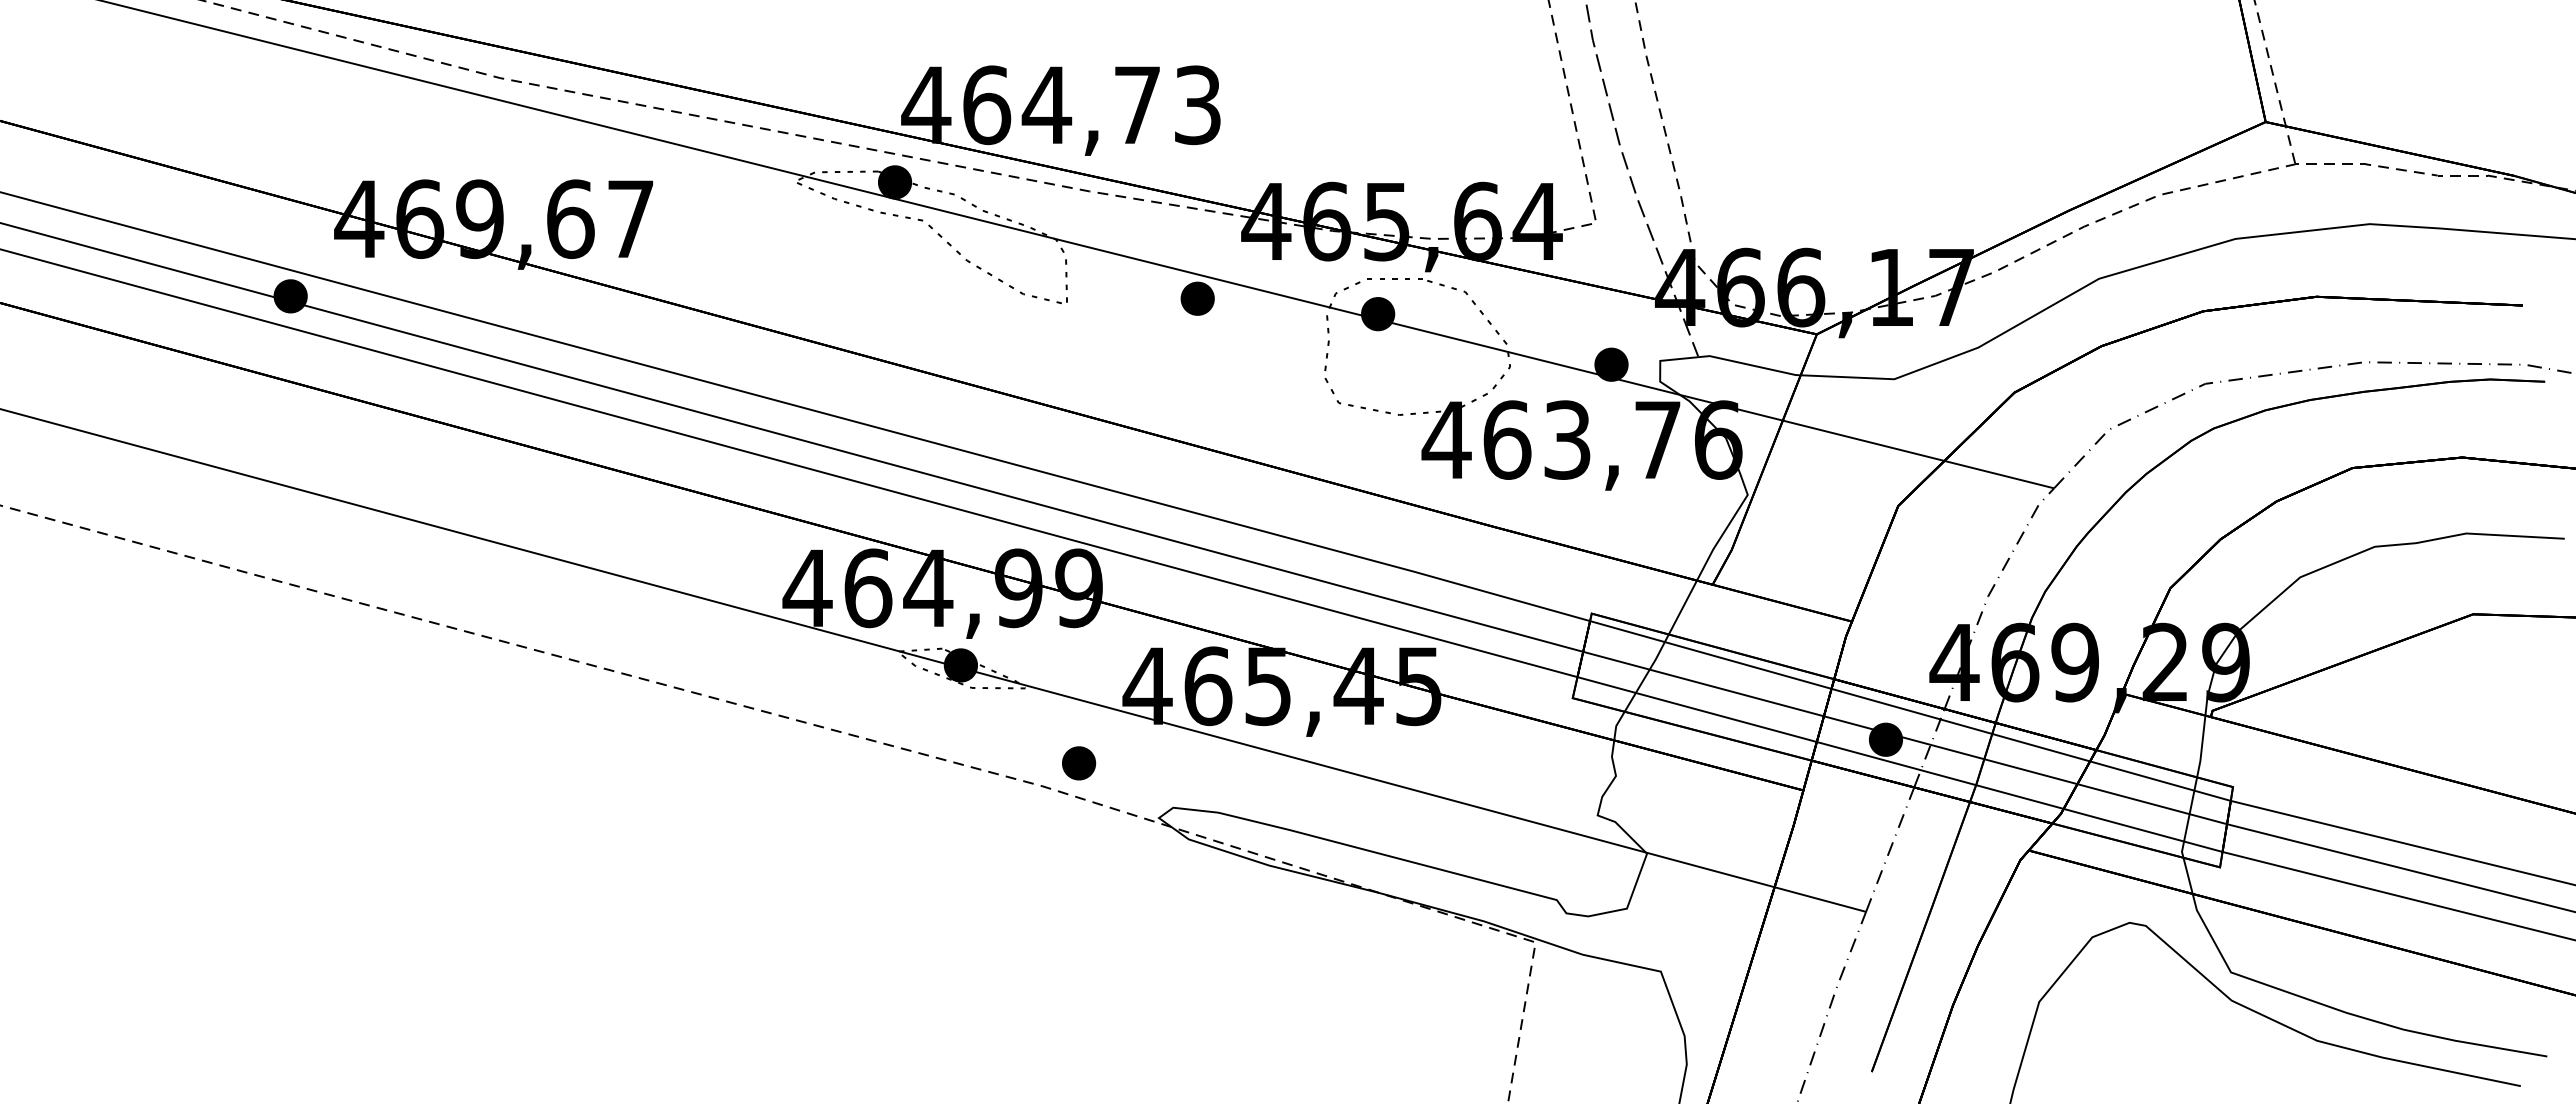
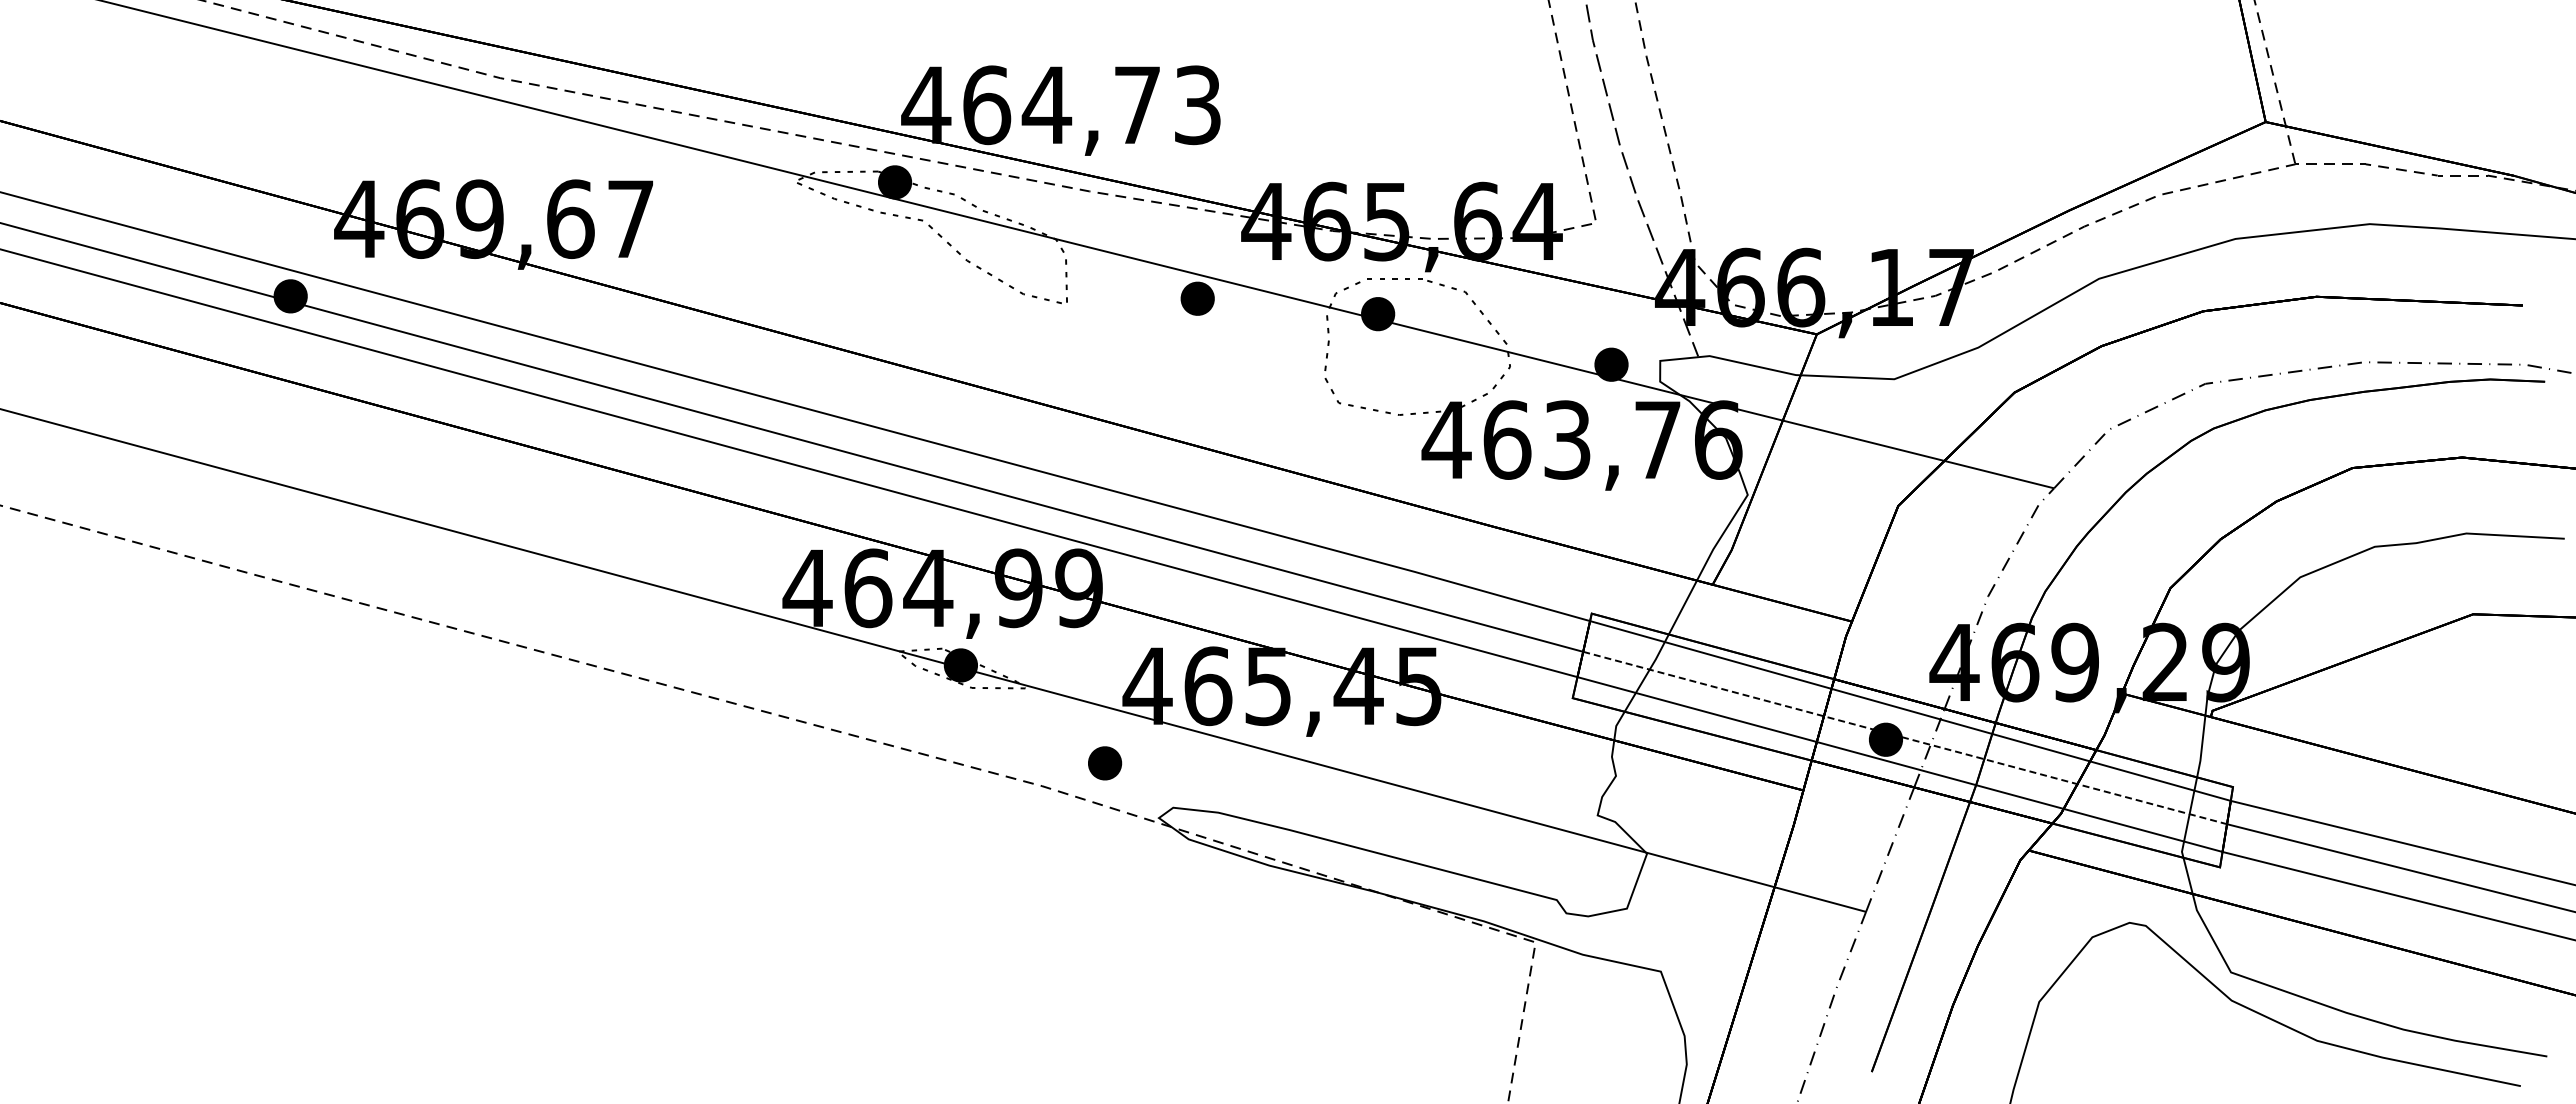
line at (1905, 738): solid -> dashed
part at (1079, 763) position: (1079, 763) -> (1105, 763)
